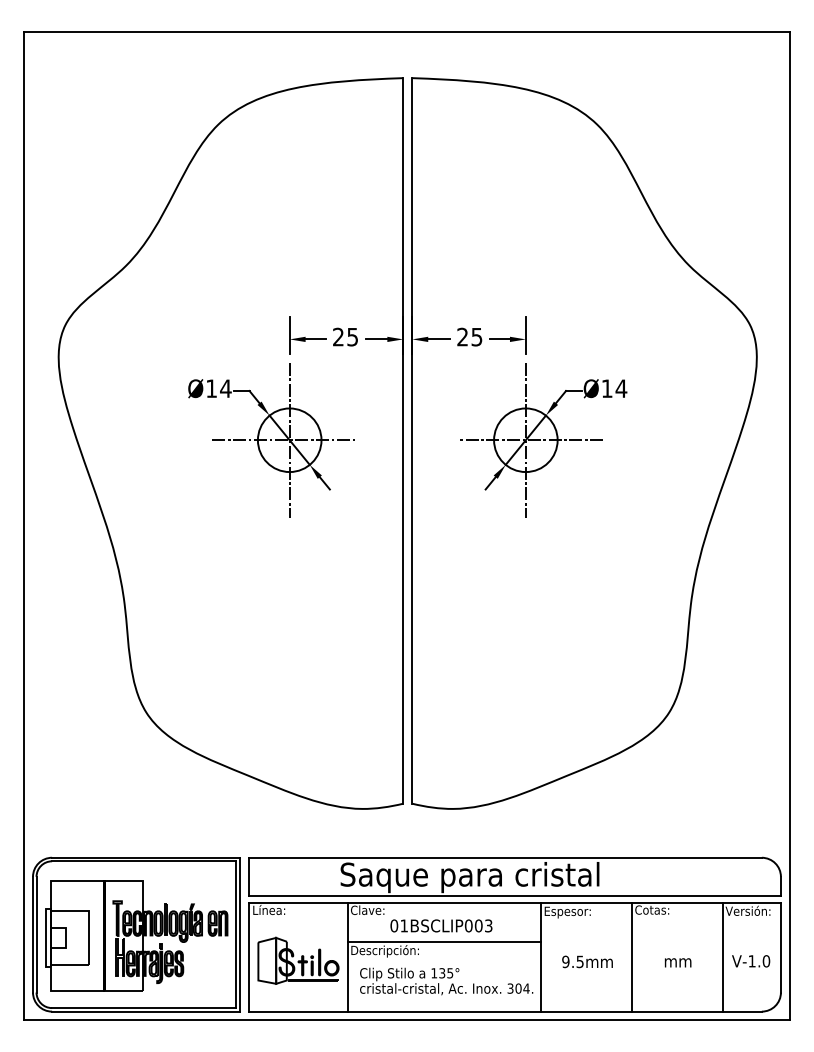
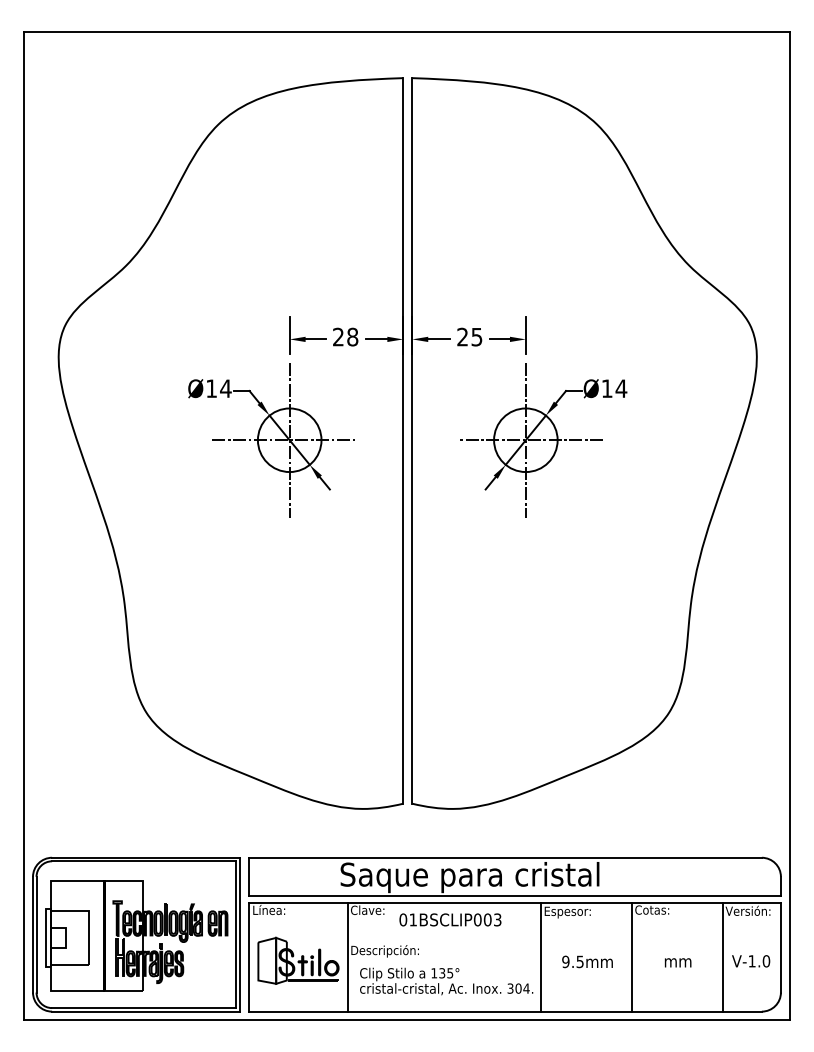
text at (352, 336): 25 -> 28
text at (441, 925) position: (441, 925) -> (450, 919)
line at (444, 941): present -> none
